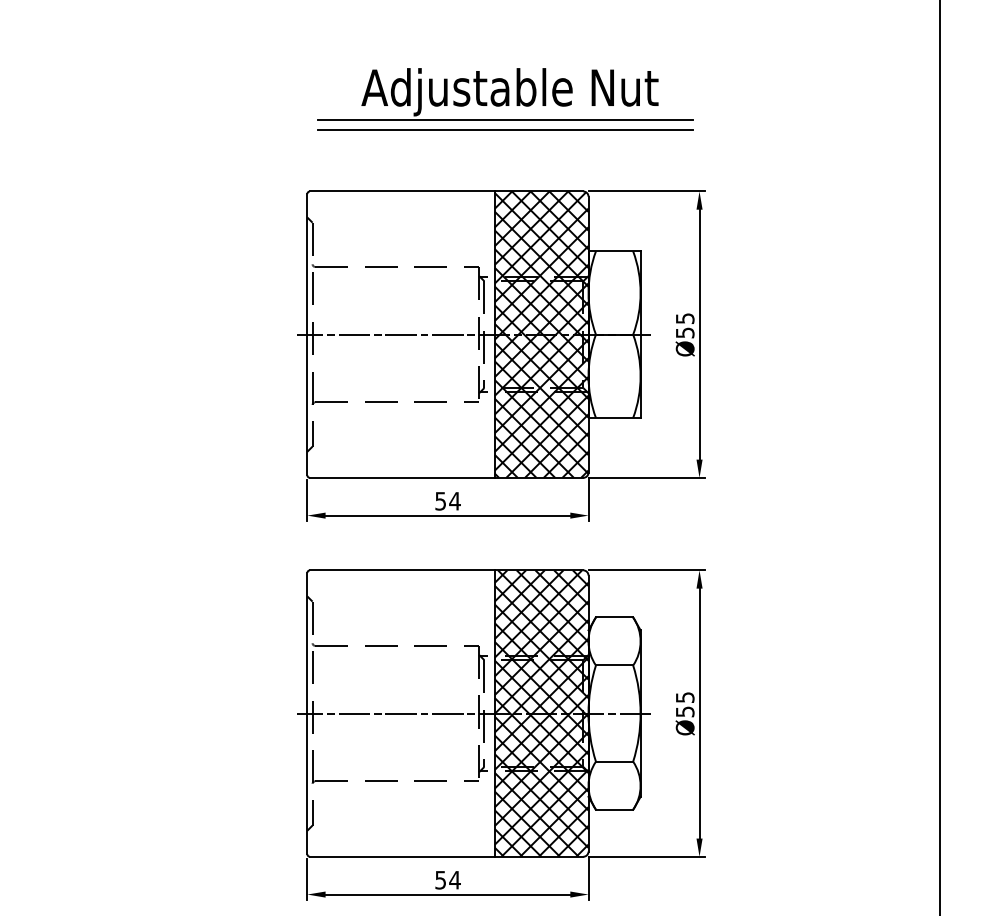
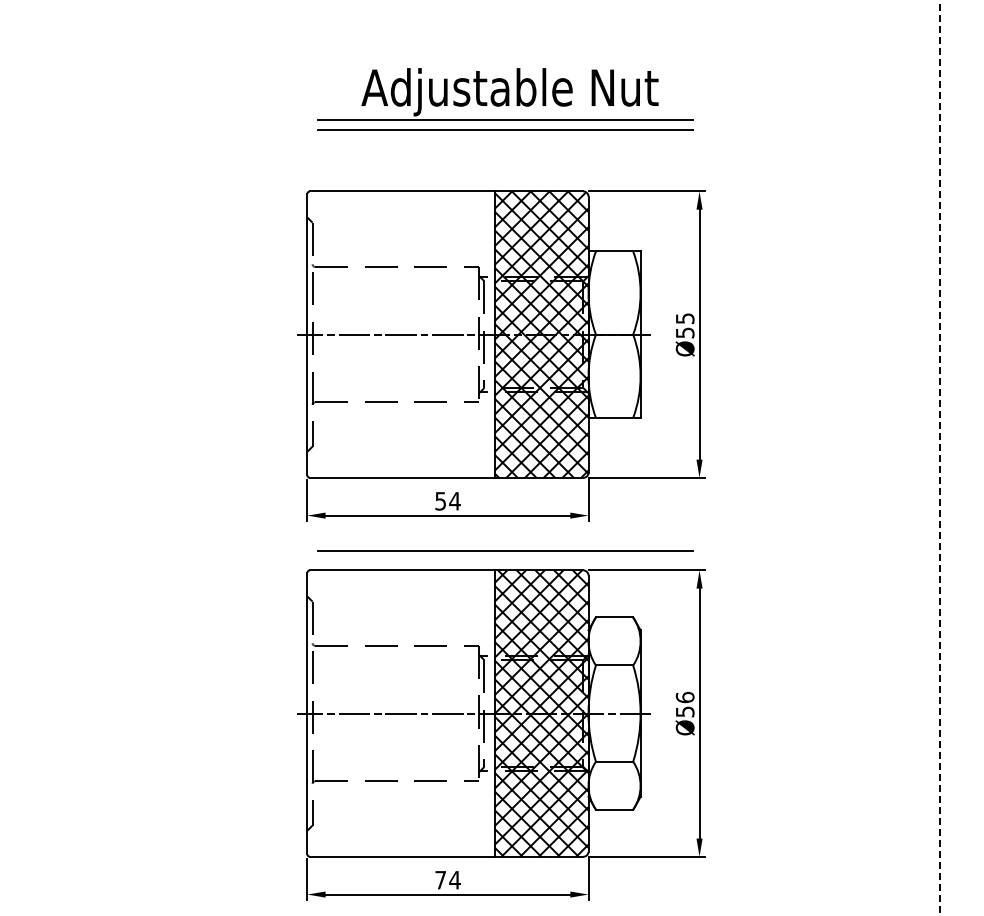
line at (939, 458): solid -> dashed
line at (505, 550): none -> present
text at (684, 697): Ø55 -> Ø56
text at (440, 880): 54 -> 74
